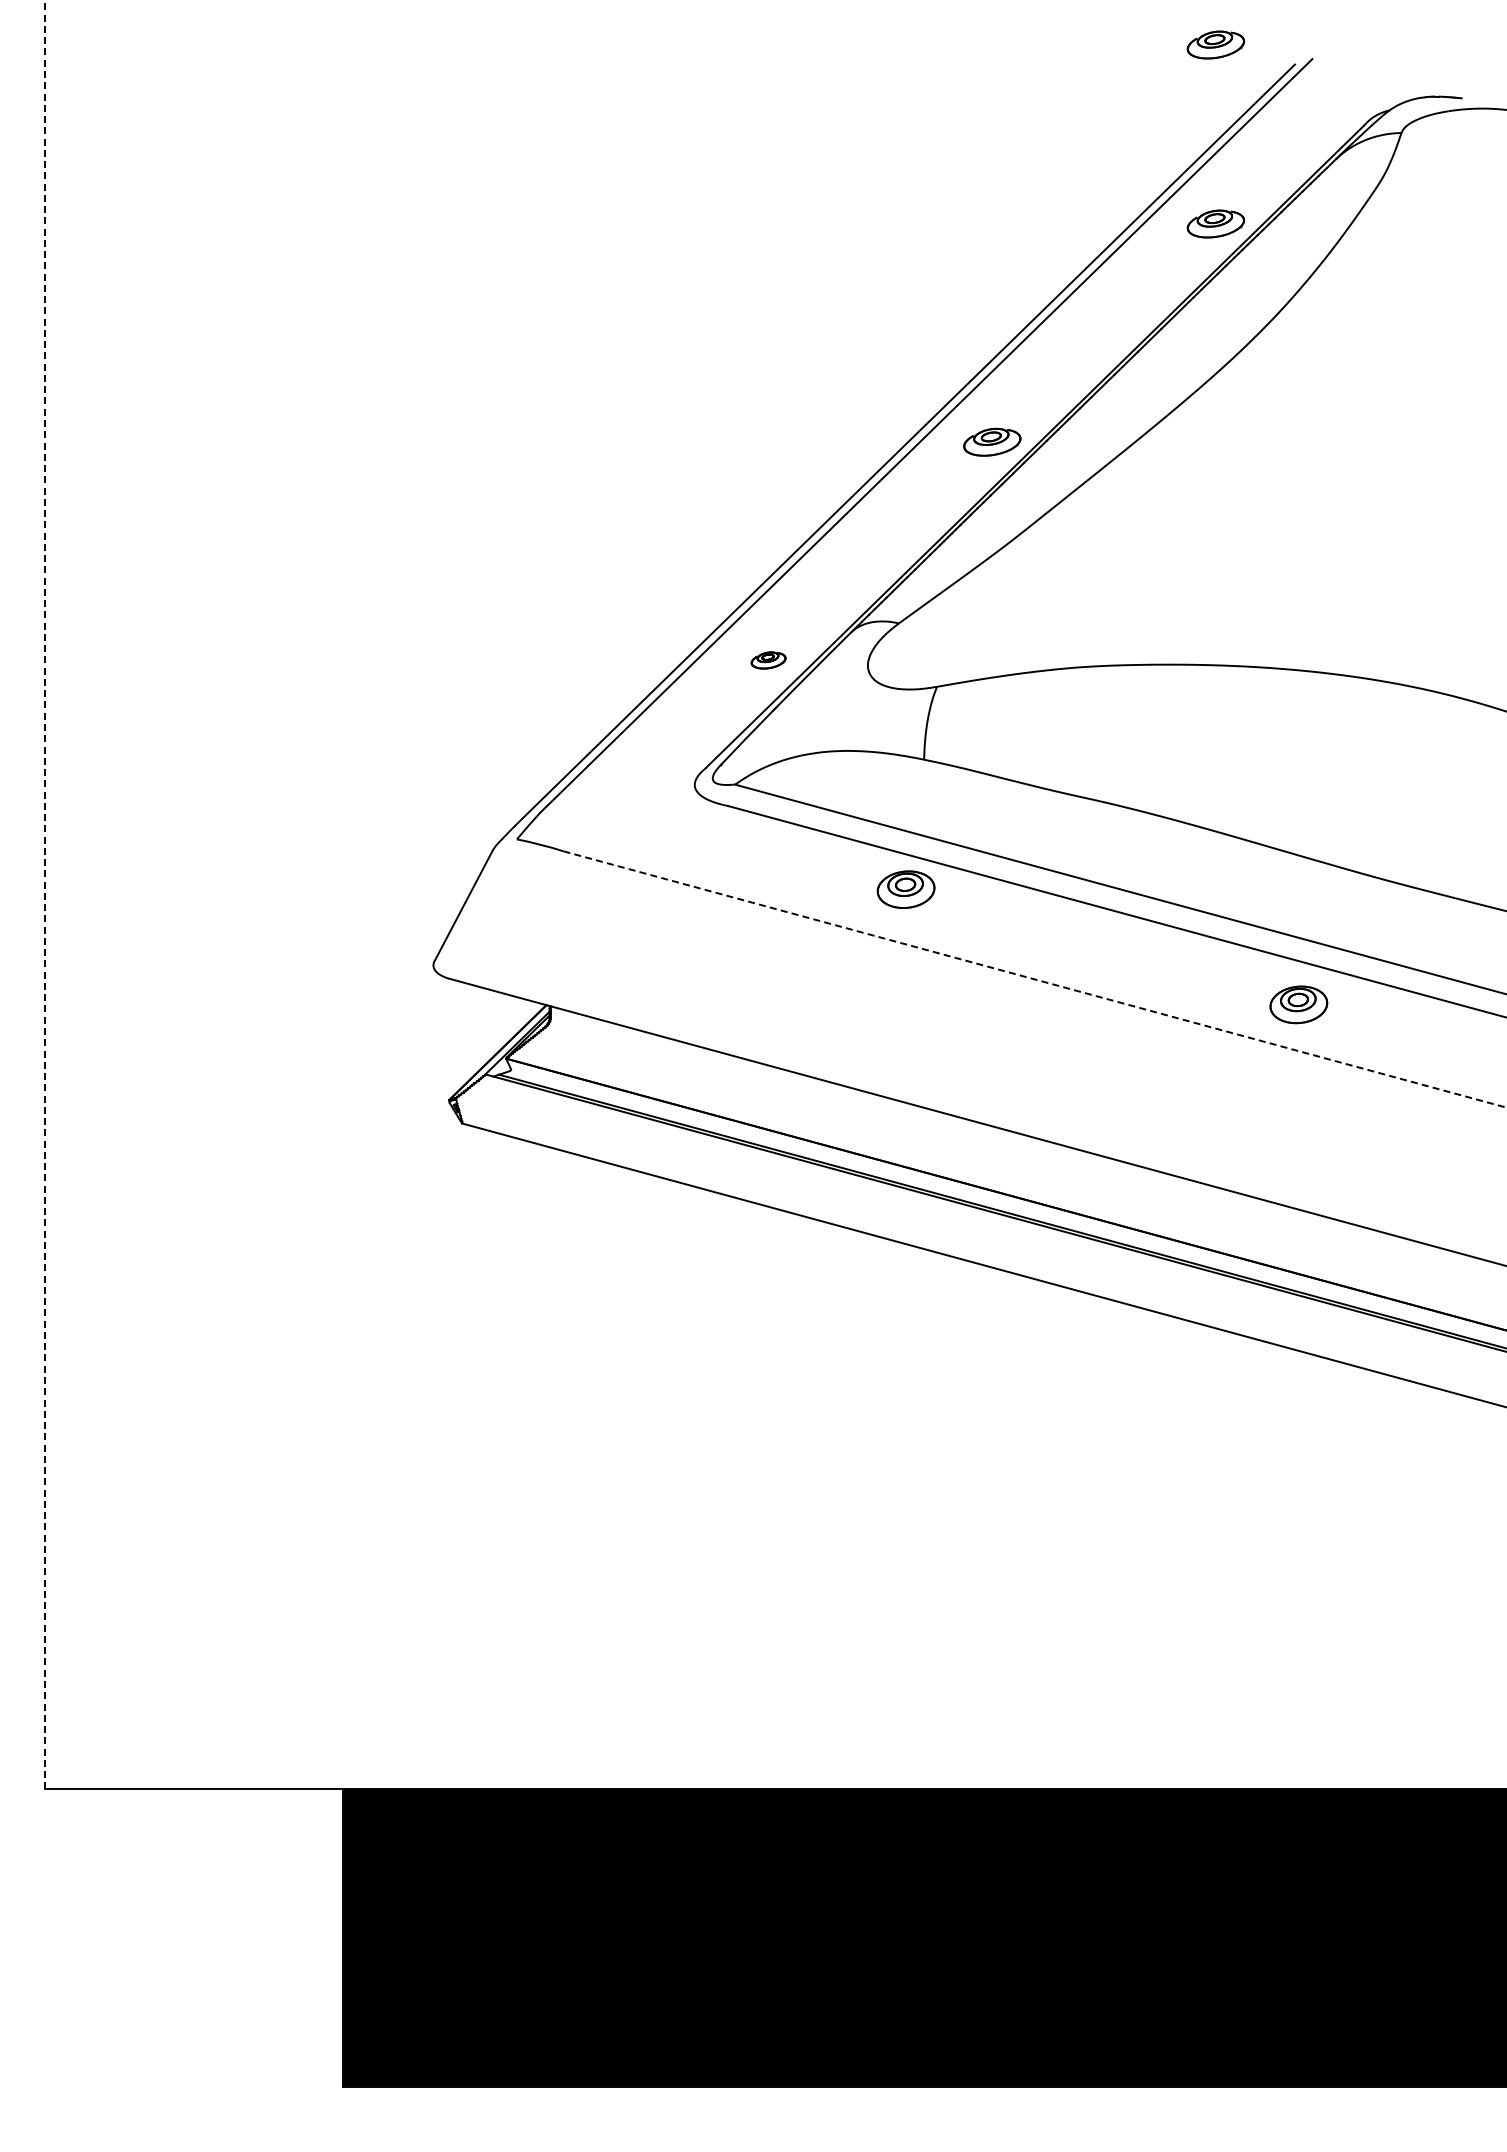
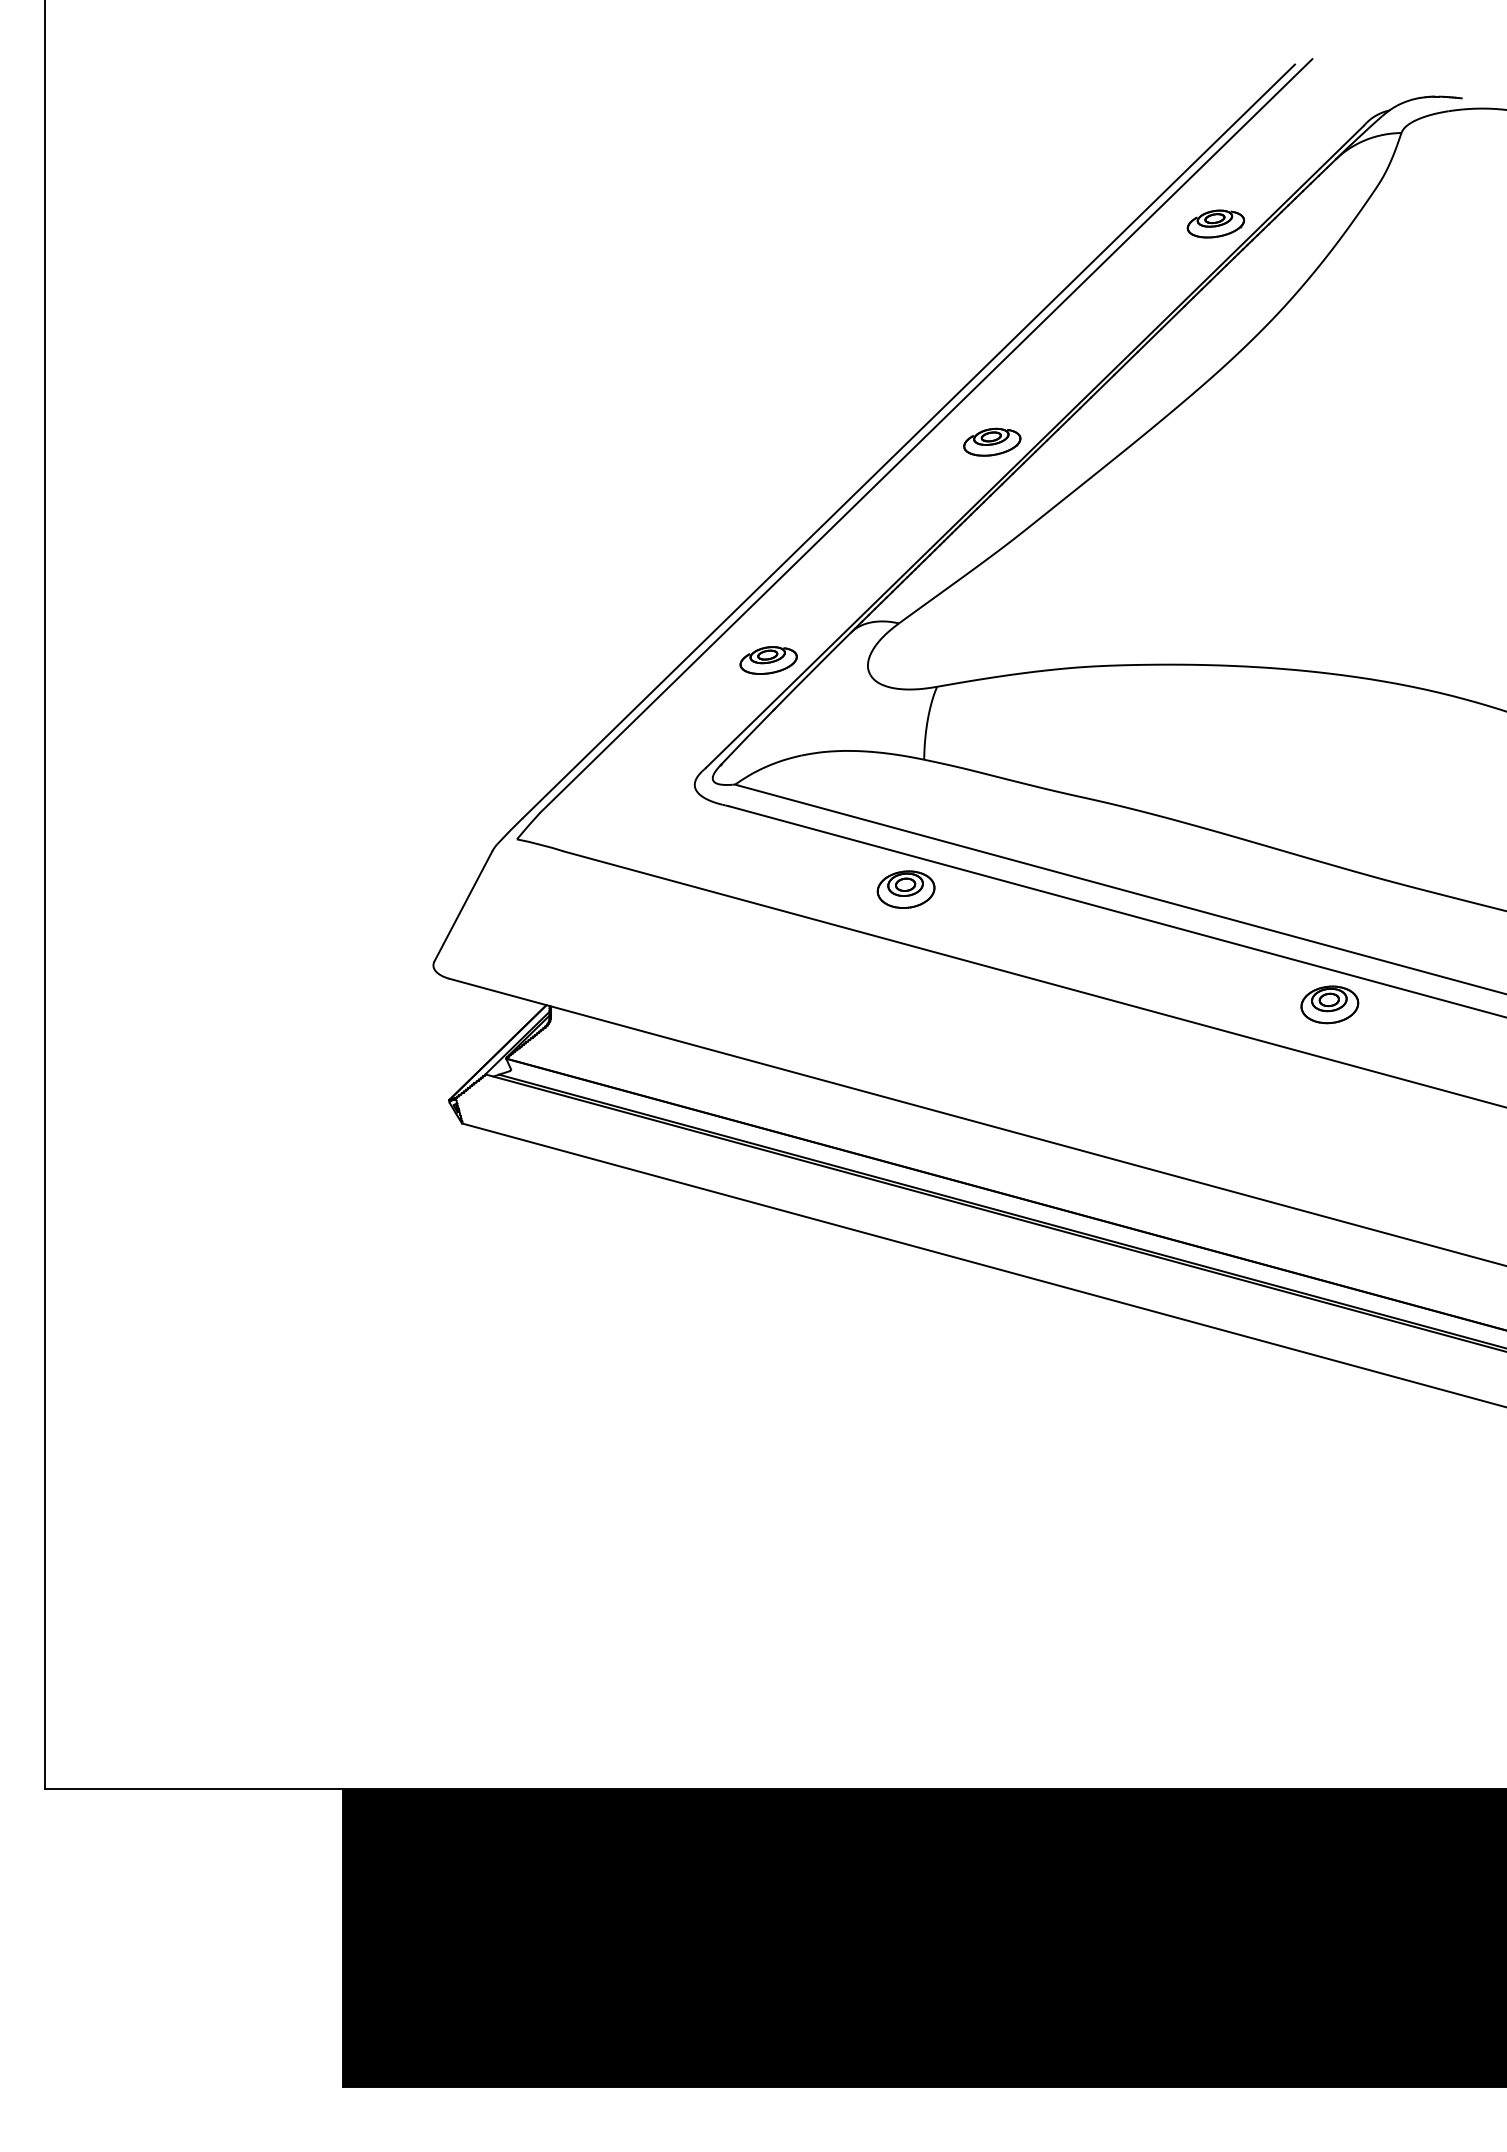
part at (1215, 44): present -> none
part at (768, 660) size: 37x19 px -> 59x29 px
line at (45, 894): dashed -> solid
line at (1035, 979): dashed -> solid
part at (1298, 1004) position: (1298, 1004) -> (1329, 1004)
